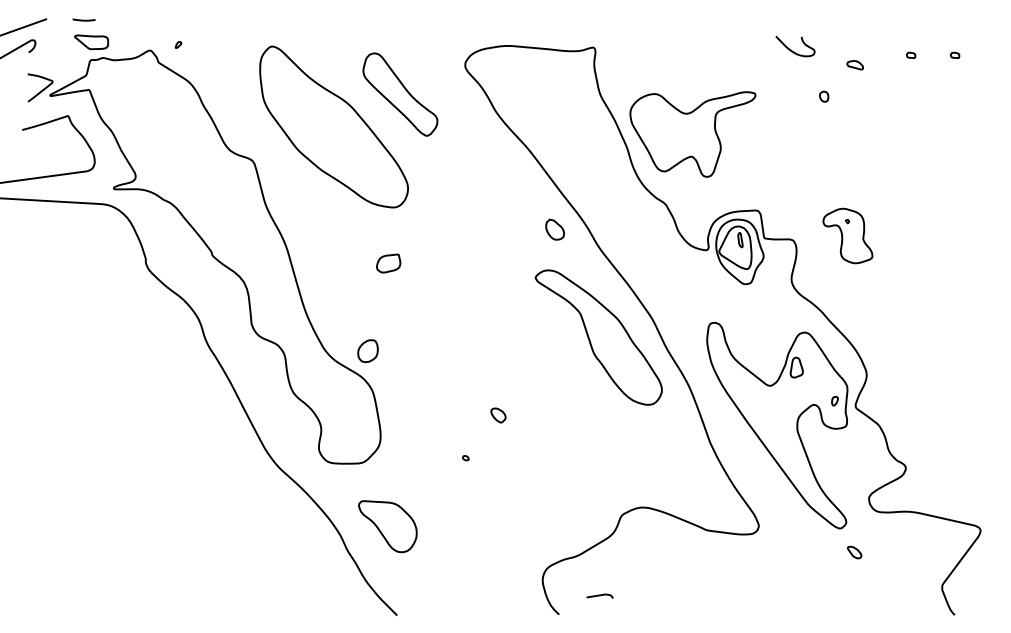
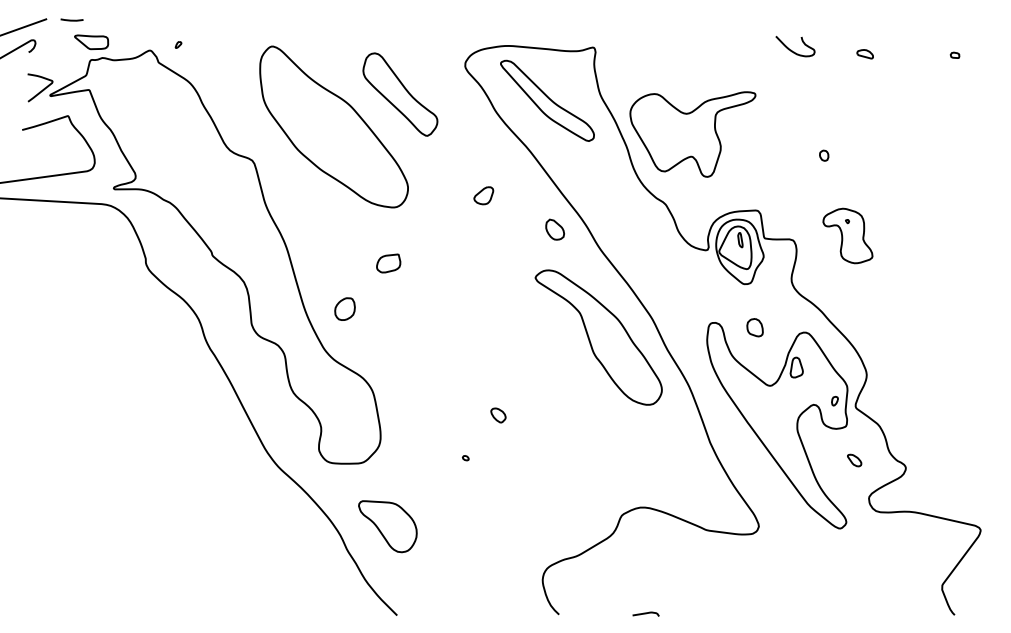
line at (83, 19) position: (83, 19) -> (71, 19)
part at (910, 54): present -> none
part at (854, 65) position: (854, 65) -> (864, 54)
part at (824, 96) position: (824, 96) -> (824, 155)
part at (547, 100): none -> present
part at (483, 195): none -> present
part at (754, 327): none -> present
part at (367, 350) position: (367, 350) -> (344, 308)
part at (854, 552) position: (854, 552) -> (854, 460)
curve at (599, 595) position: (599, 595) -> (645, 613)
